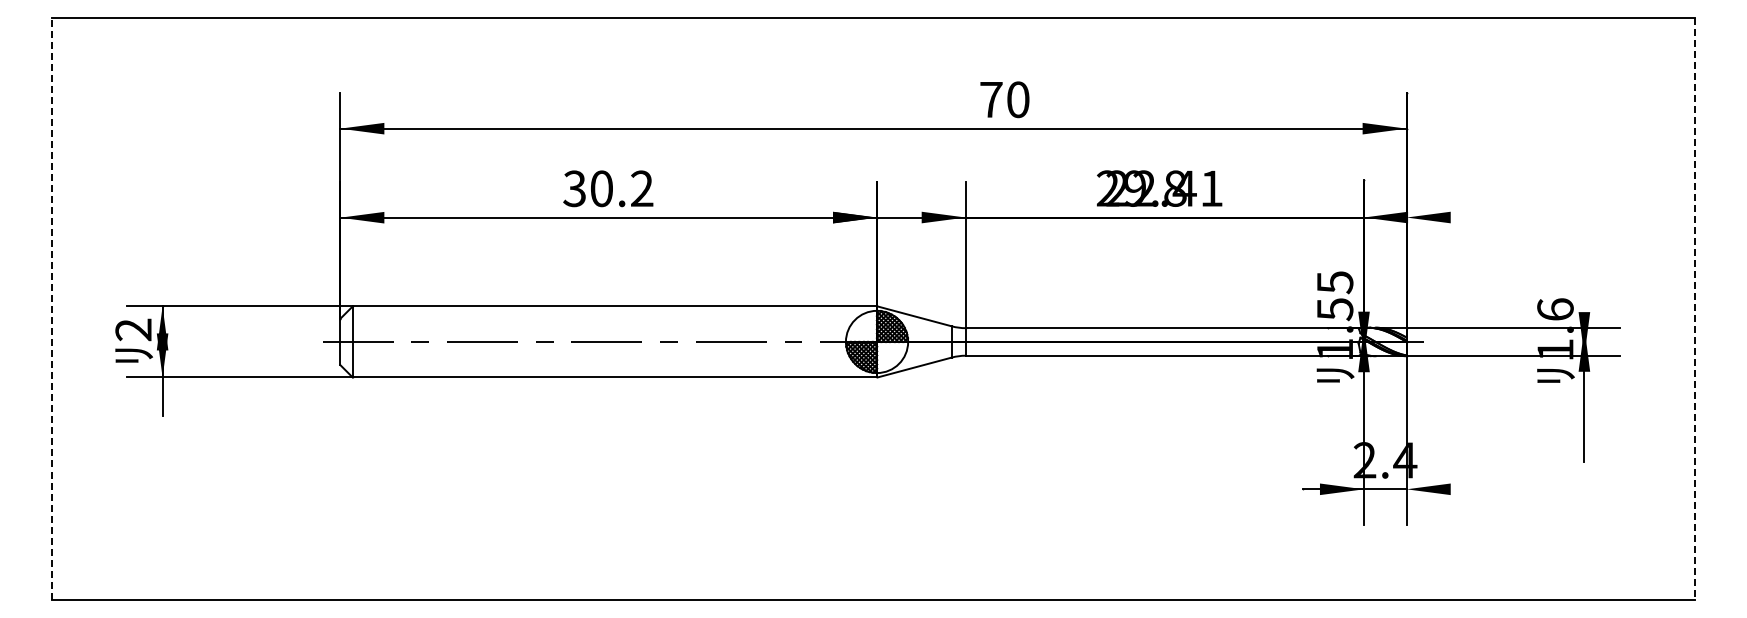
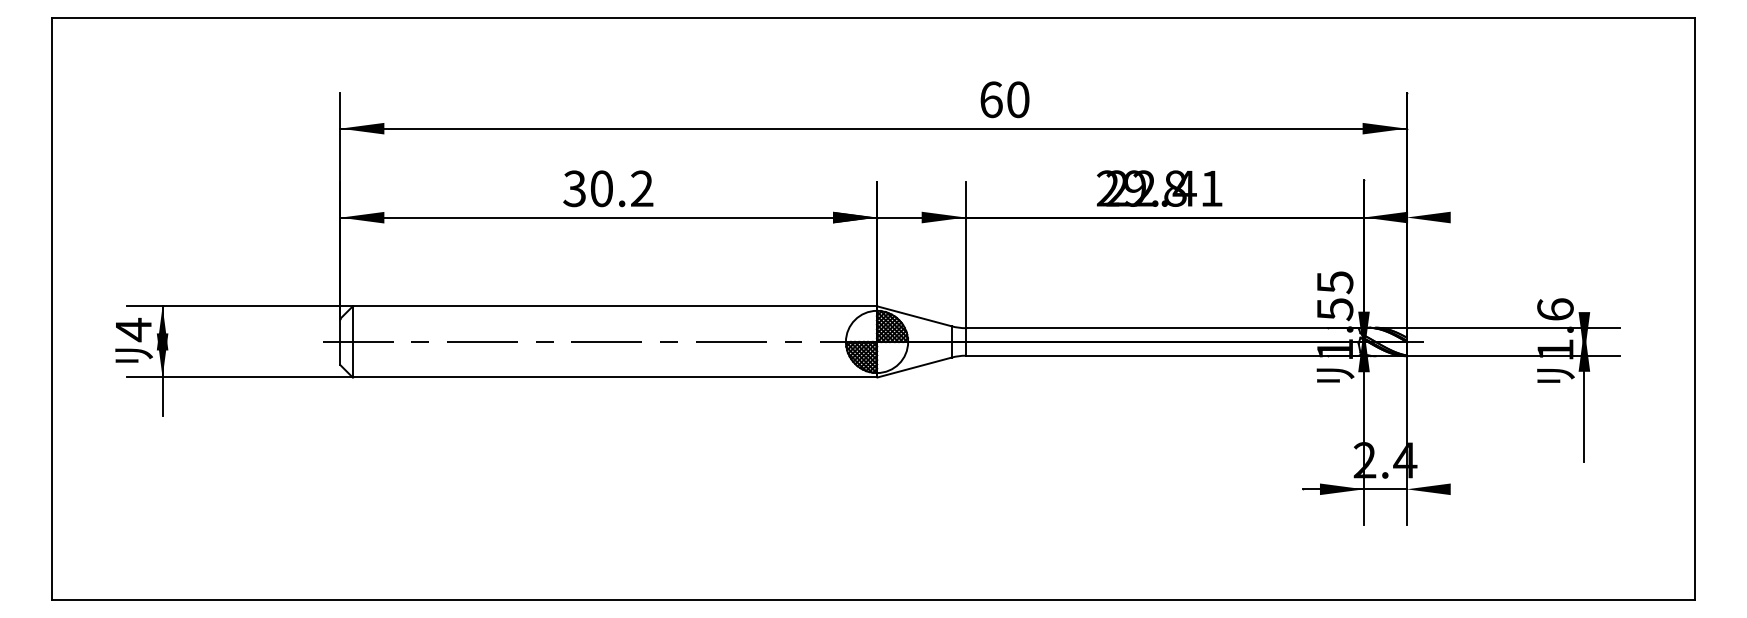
text at (991, 99): 70 -> 60
line at (52, 309): dashed -> solid
line at (1694, 309): dashed -> solid
text at (133, 329): 2 -> 4
